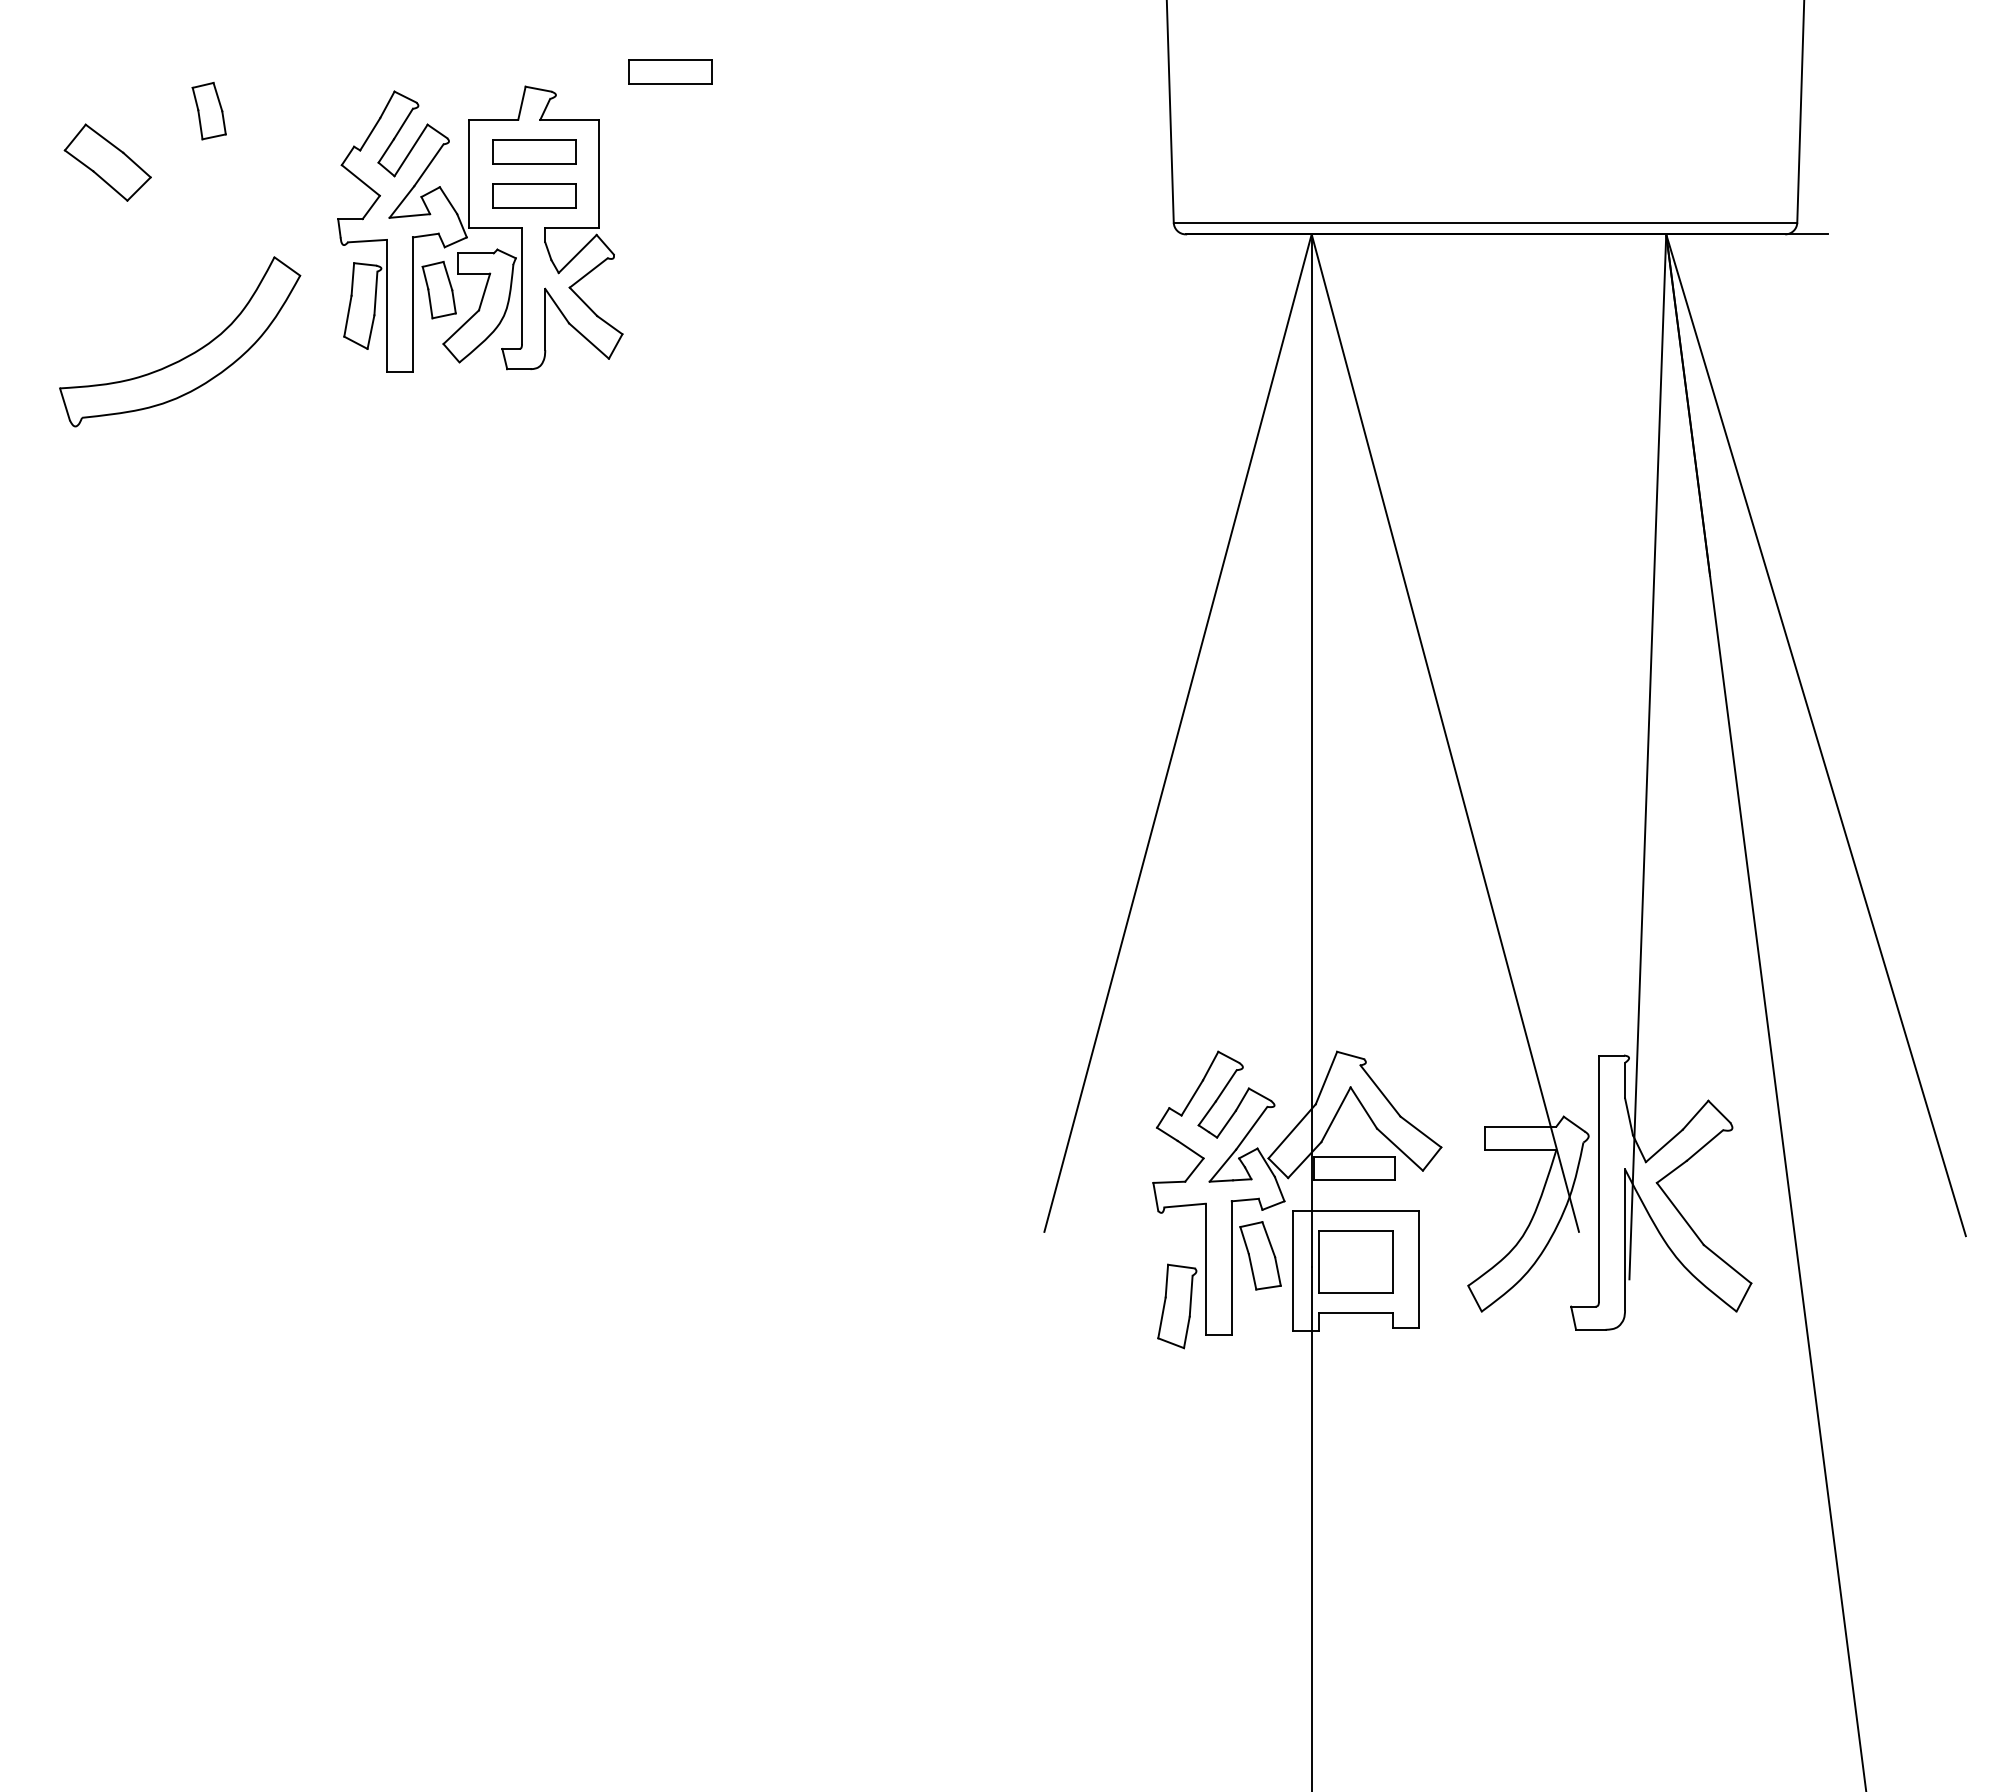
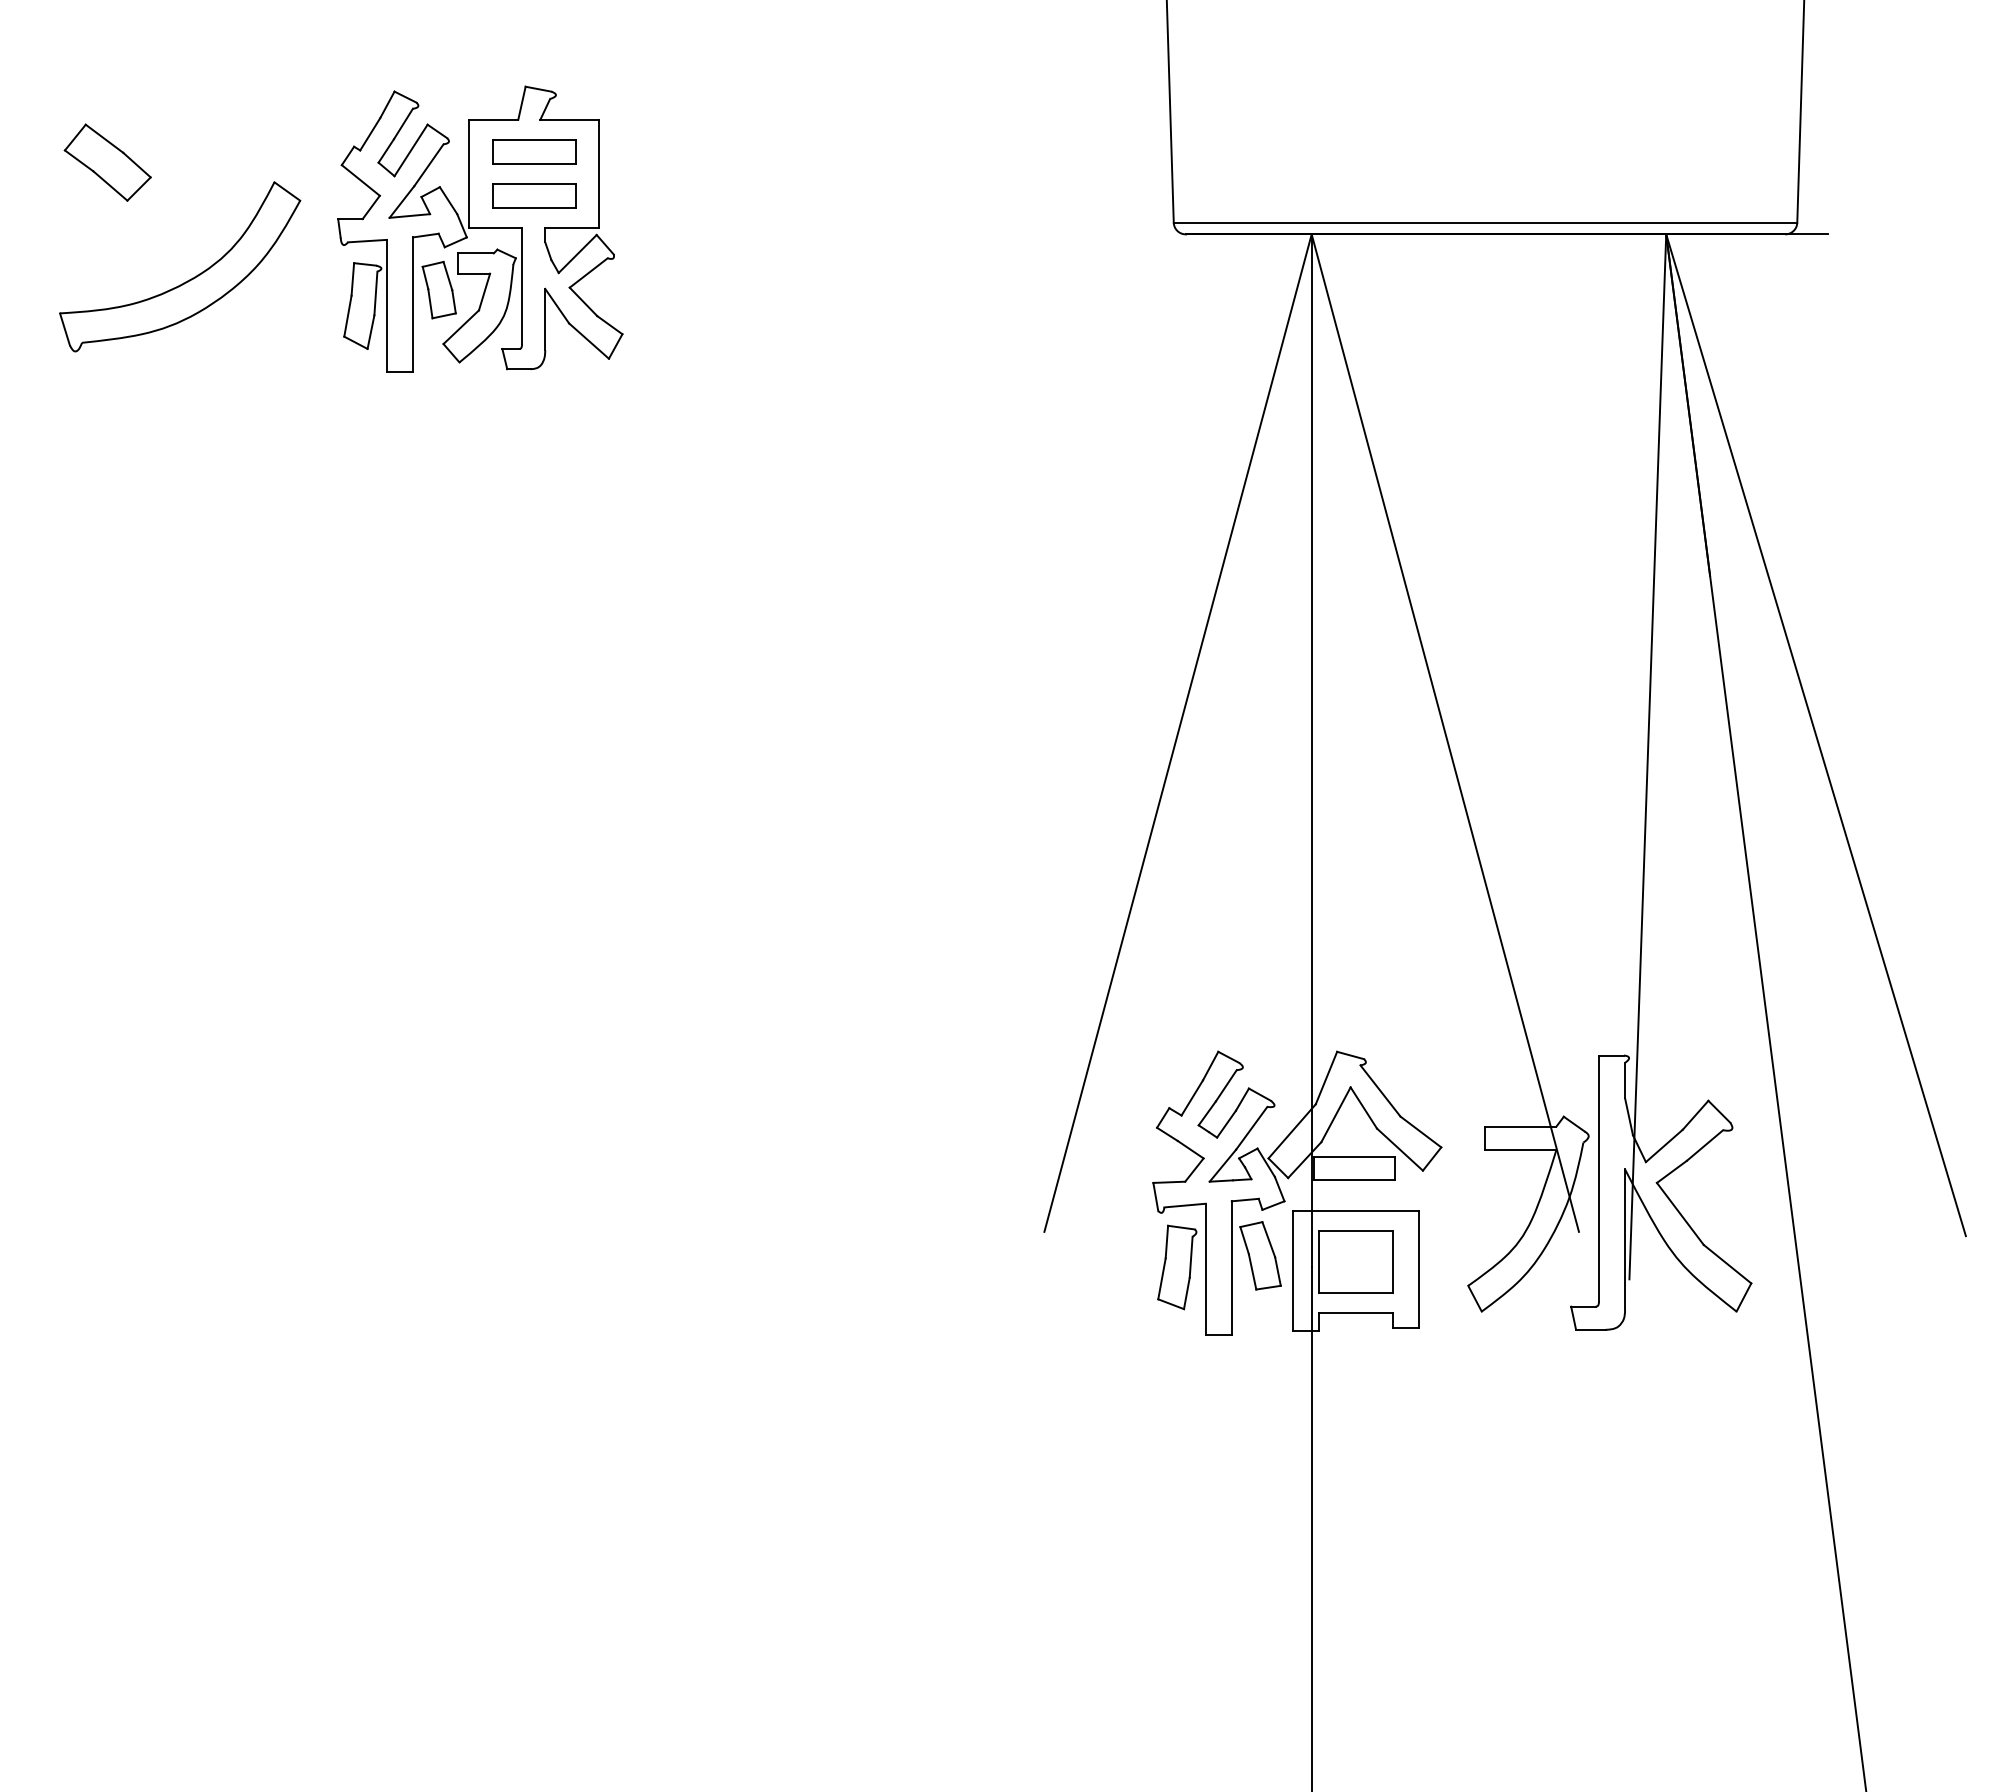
part at (670, 71): present -> none
part at (208, 111): present -> none
part at (187, 355) position: (187, 355) -> (187, 280)
part at (1177, 1306) position: (1177, 1306) -> (1177, 1267)
